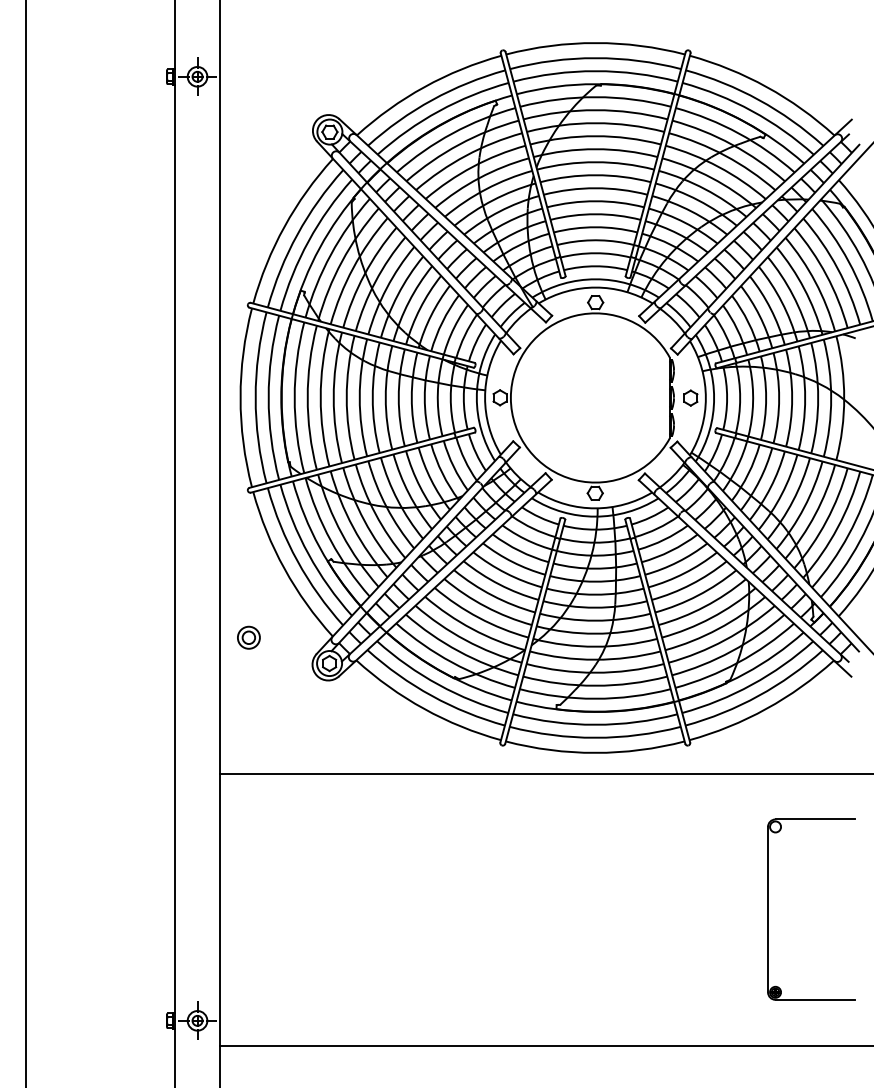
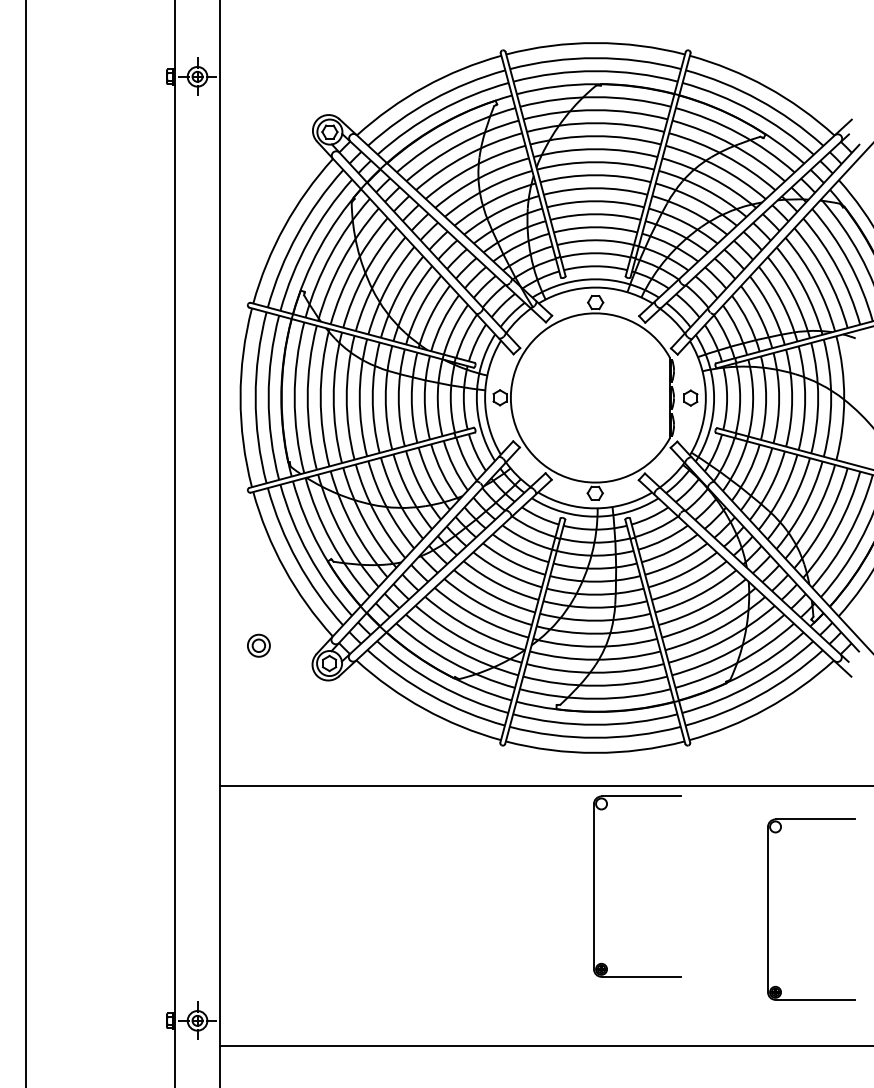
part at (248, 637) position: (248, 637) -> (258, 645)
line at (545, 773) position: (545, 773) -> (545, 785)
part at (594, 886): none -> present
